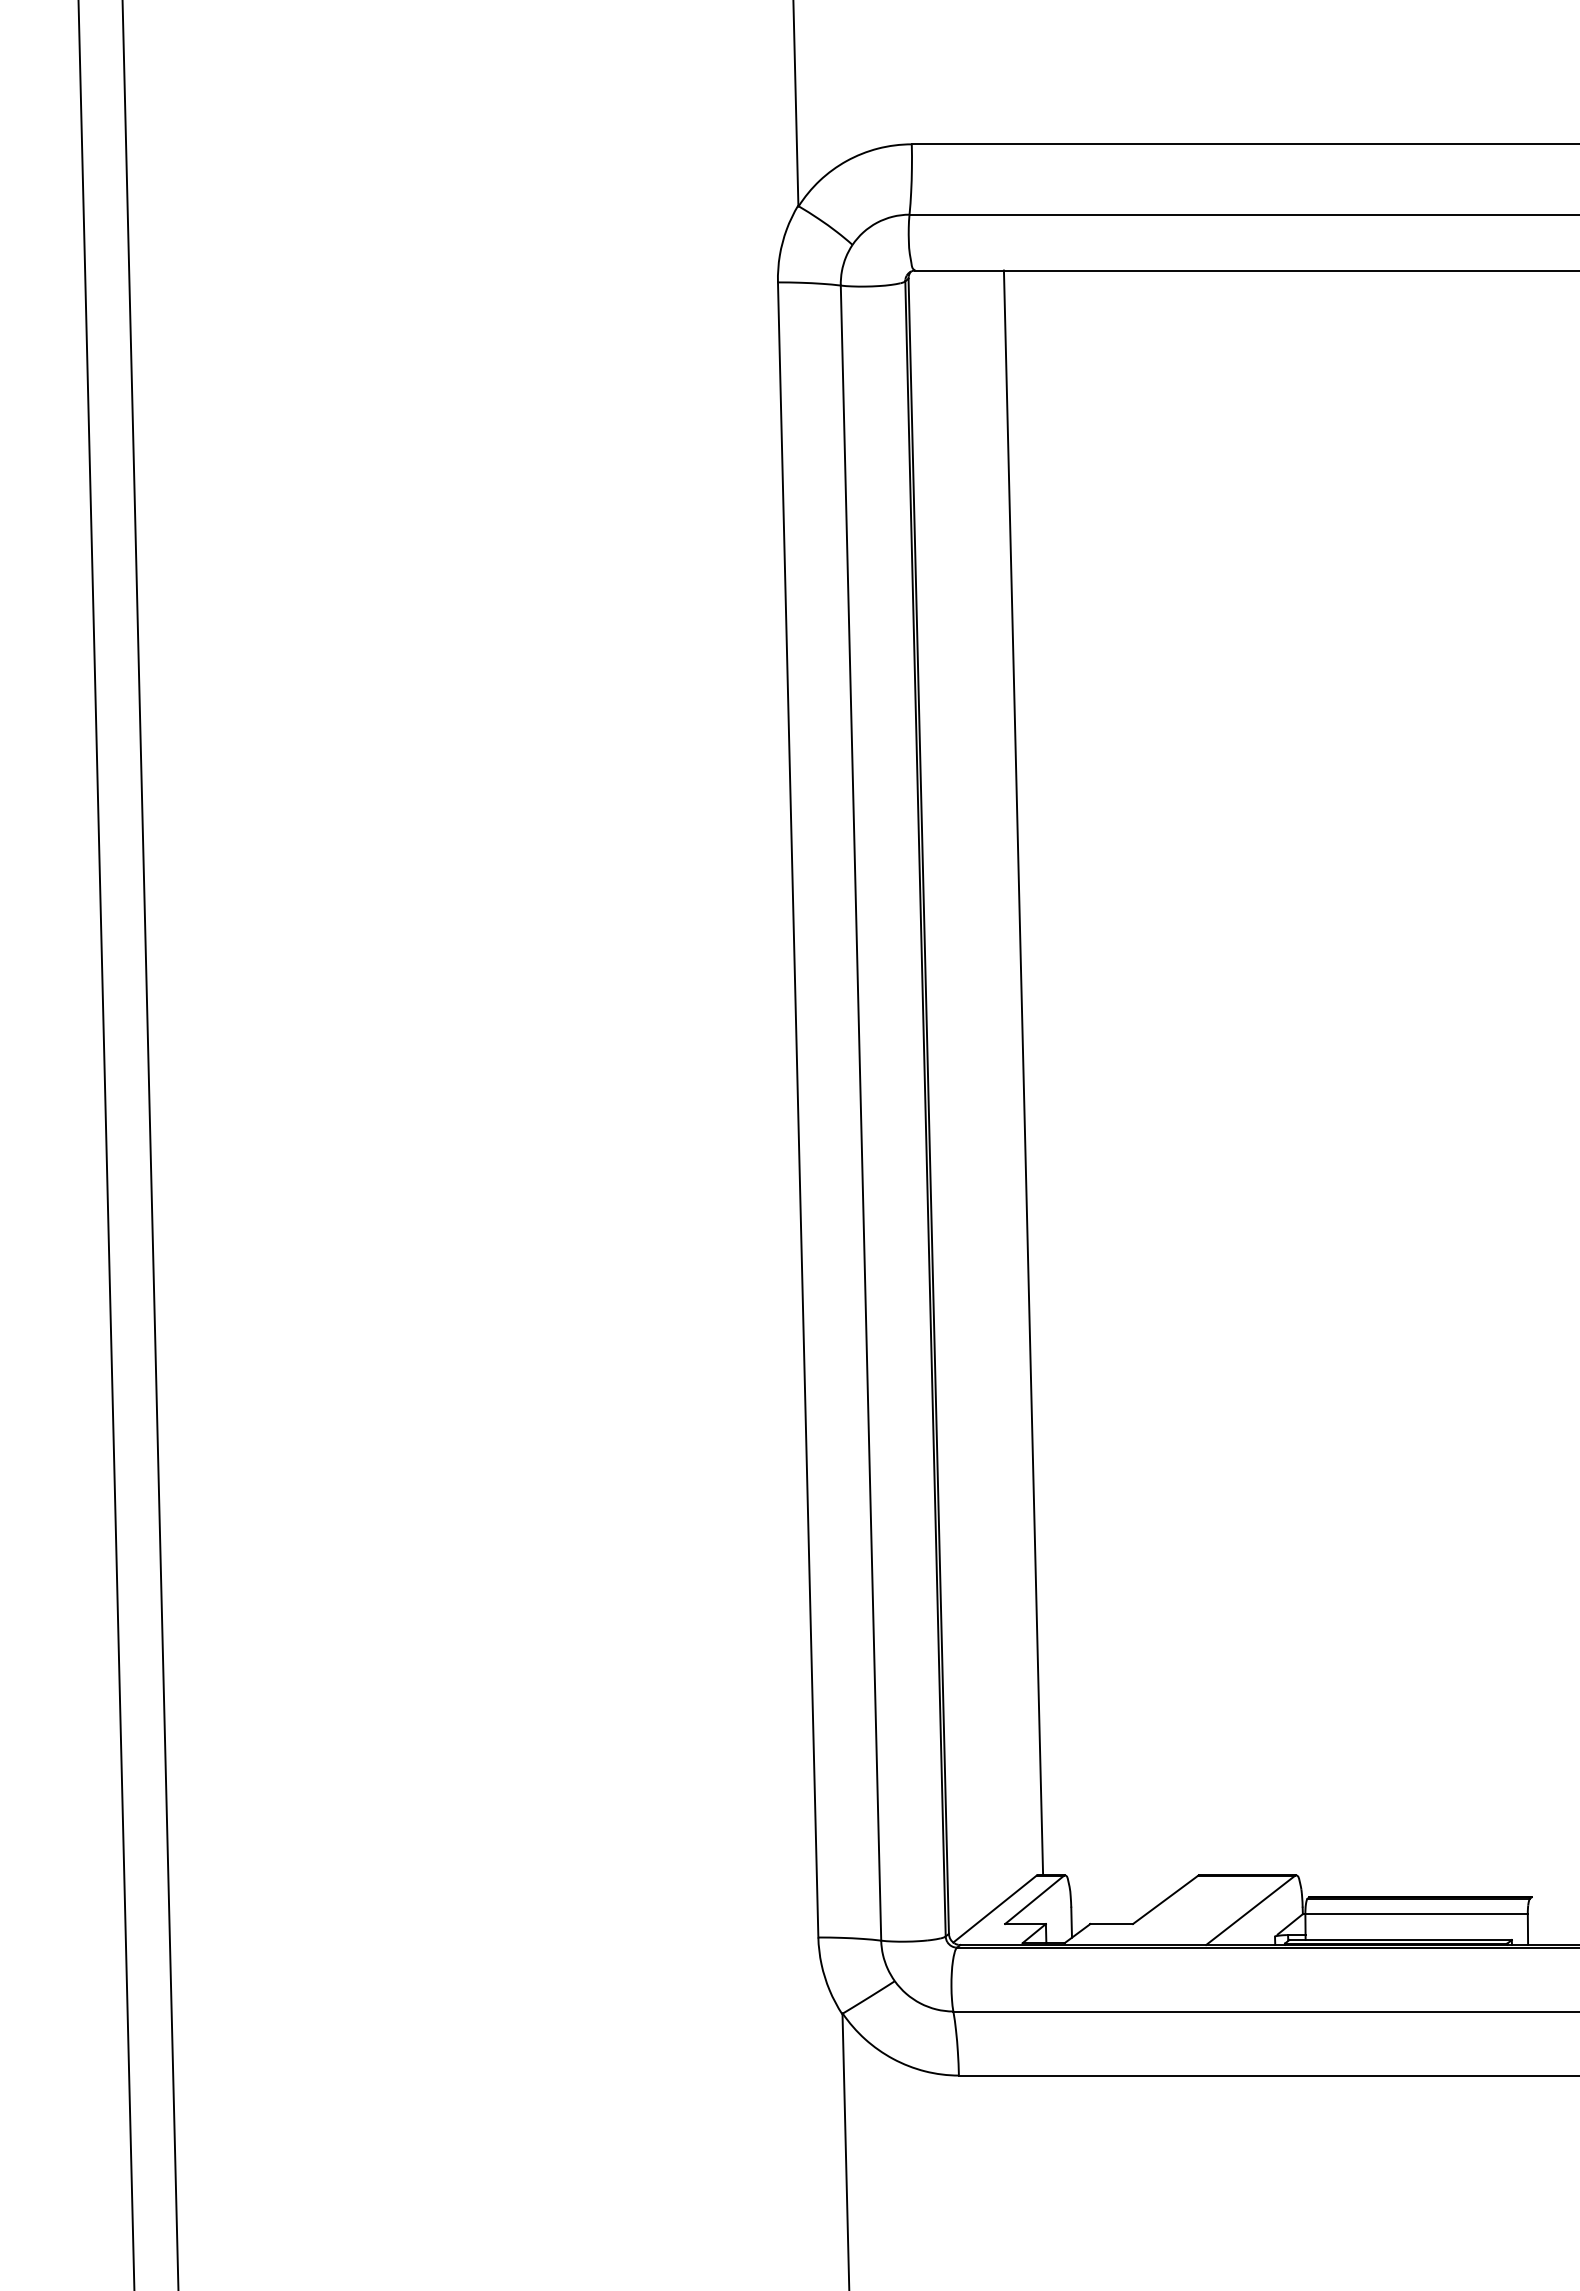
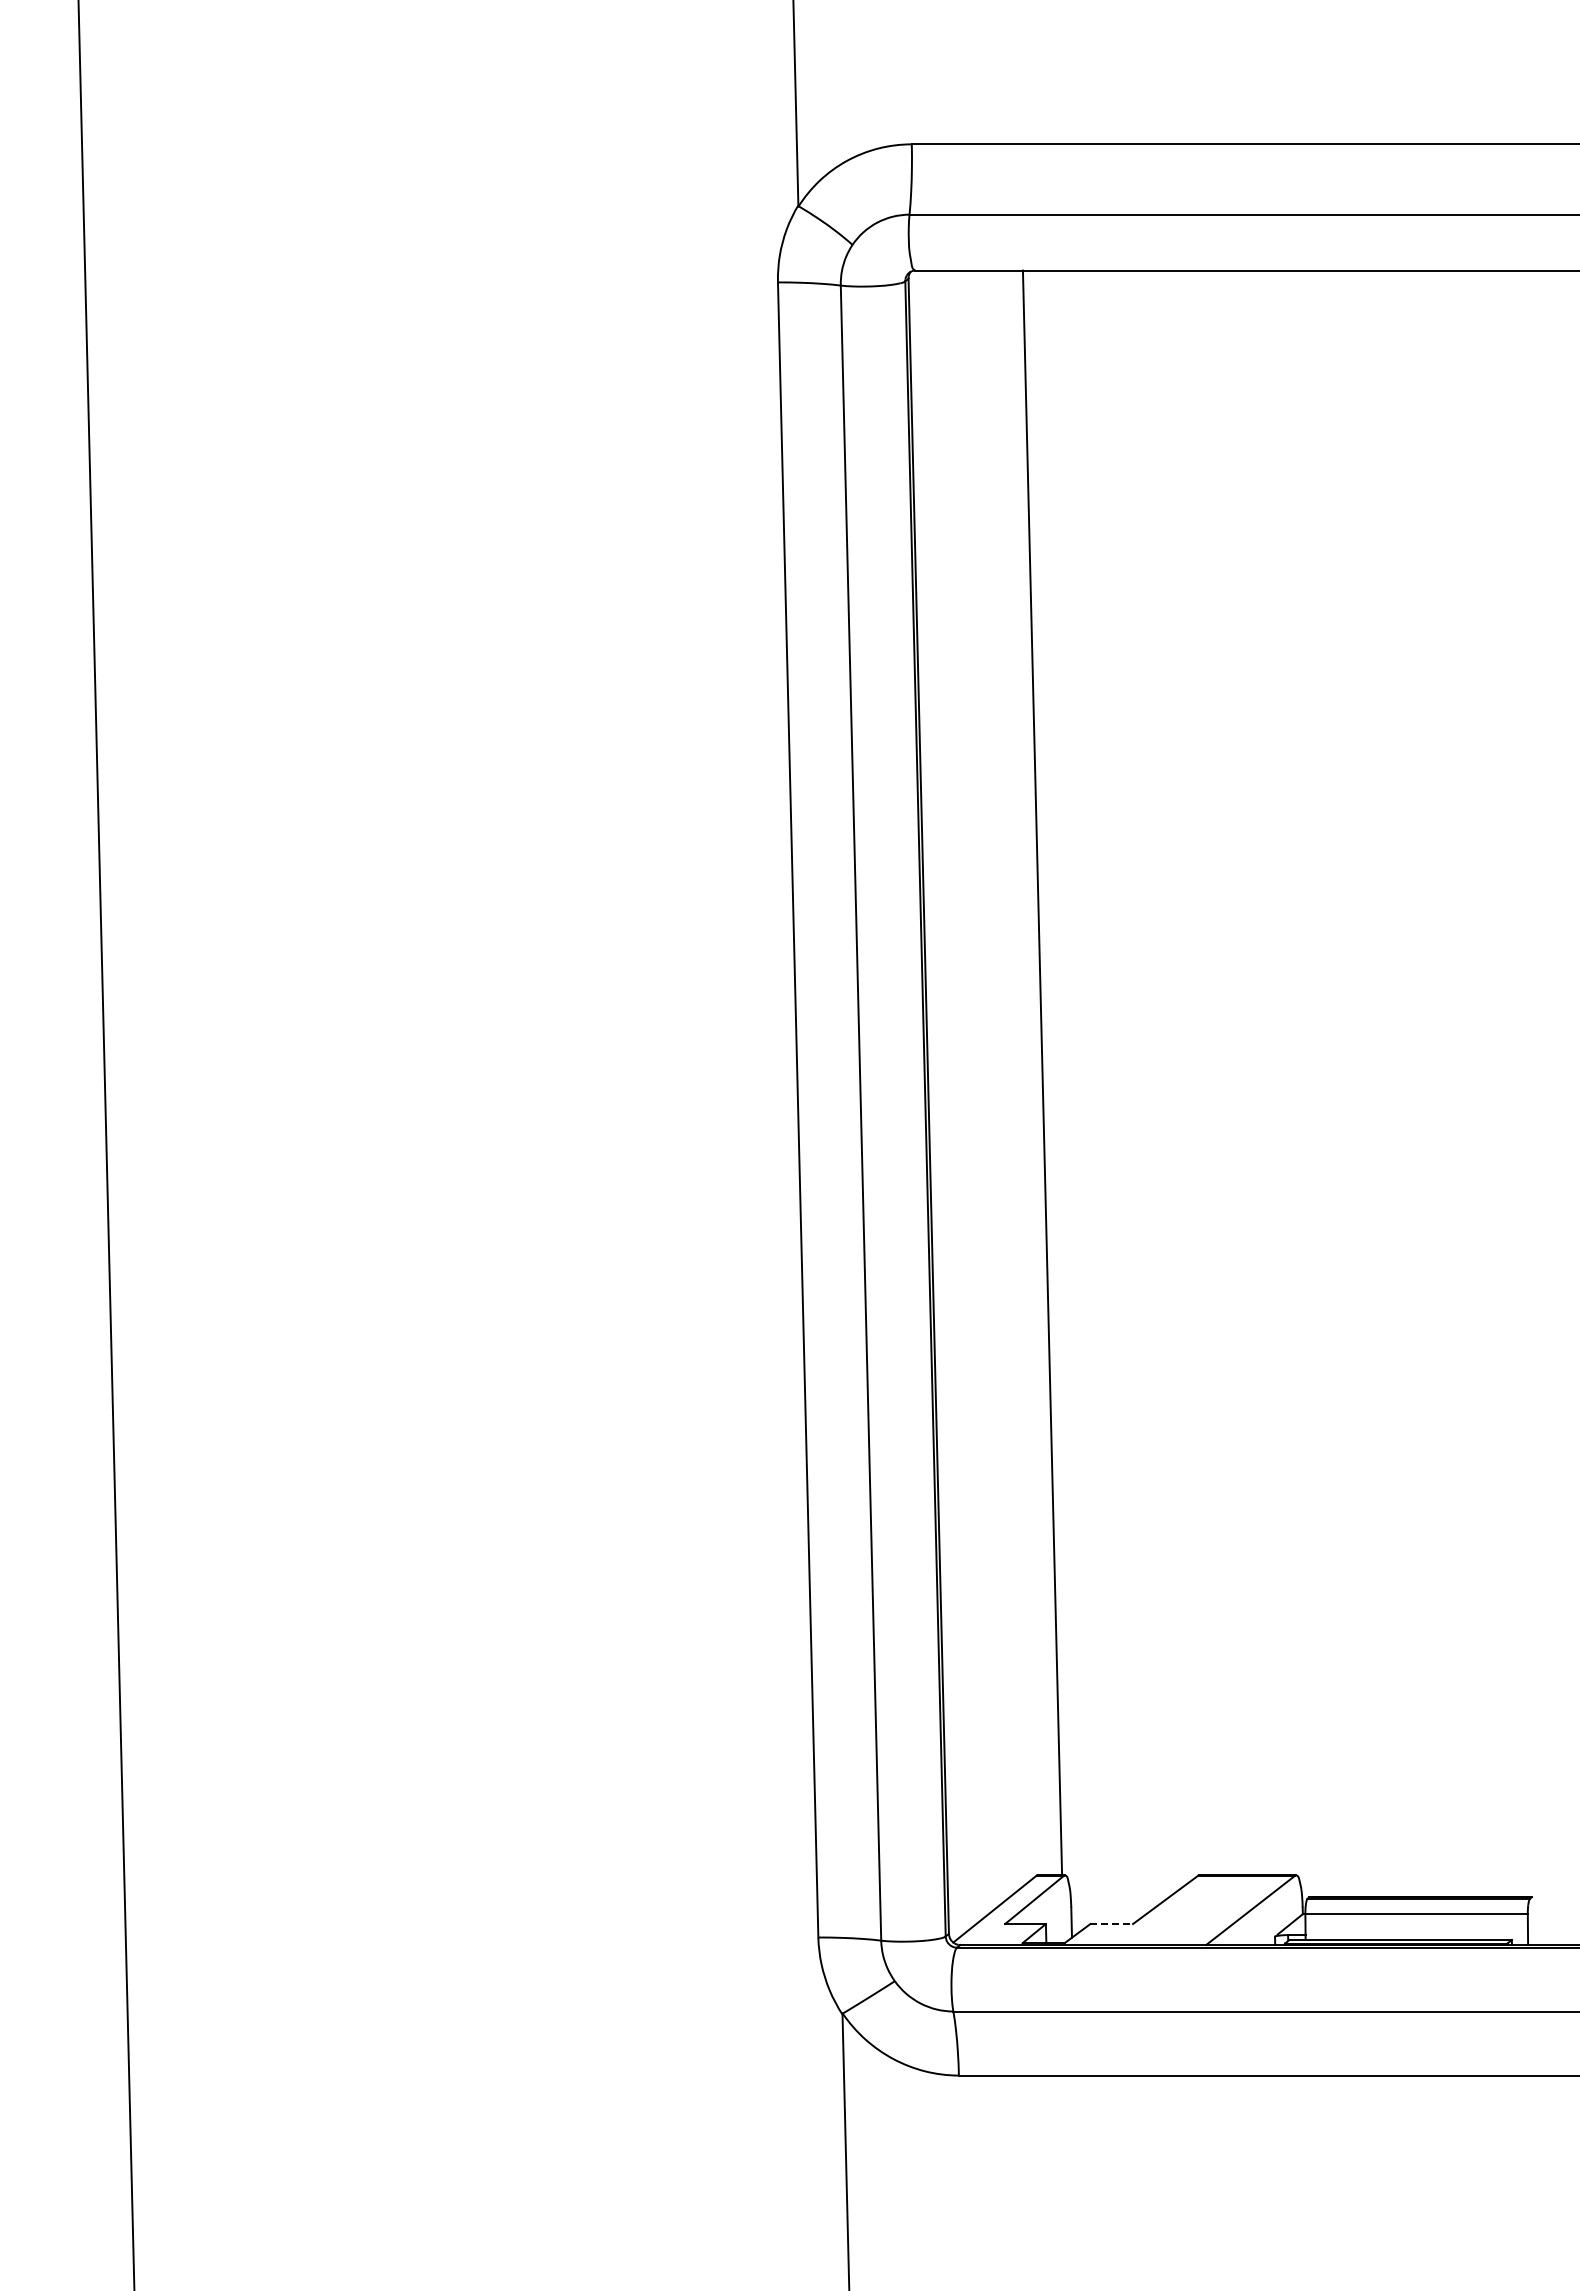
line at (1023, 1072) position: (1023, 1072) -> (1042, 1072)
line at (150, 1144): present -> none
line at (1112, 1924): solid -> dashed
